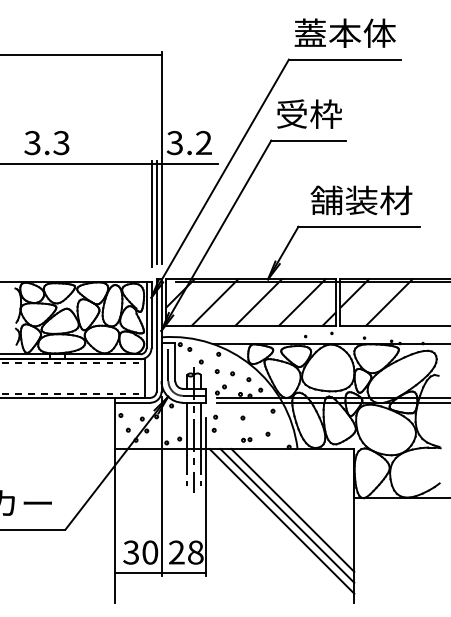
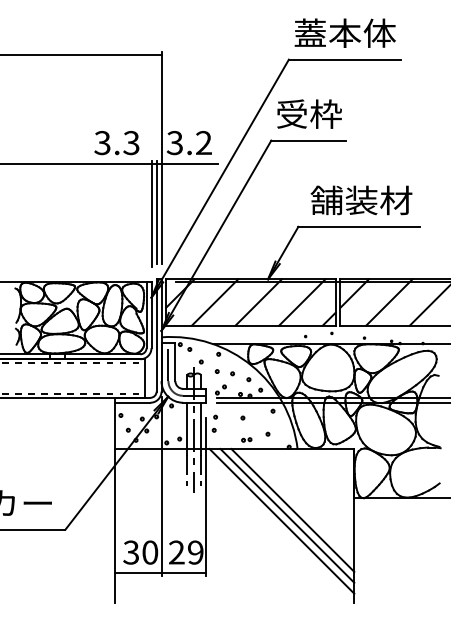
text at (46, 143) position: (46, 143) -> (116, 143)
line at (428, 306): none -> present
text at (195, 552): 28 -> 29
